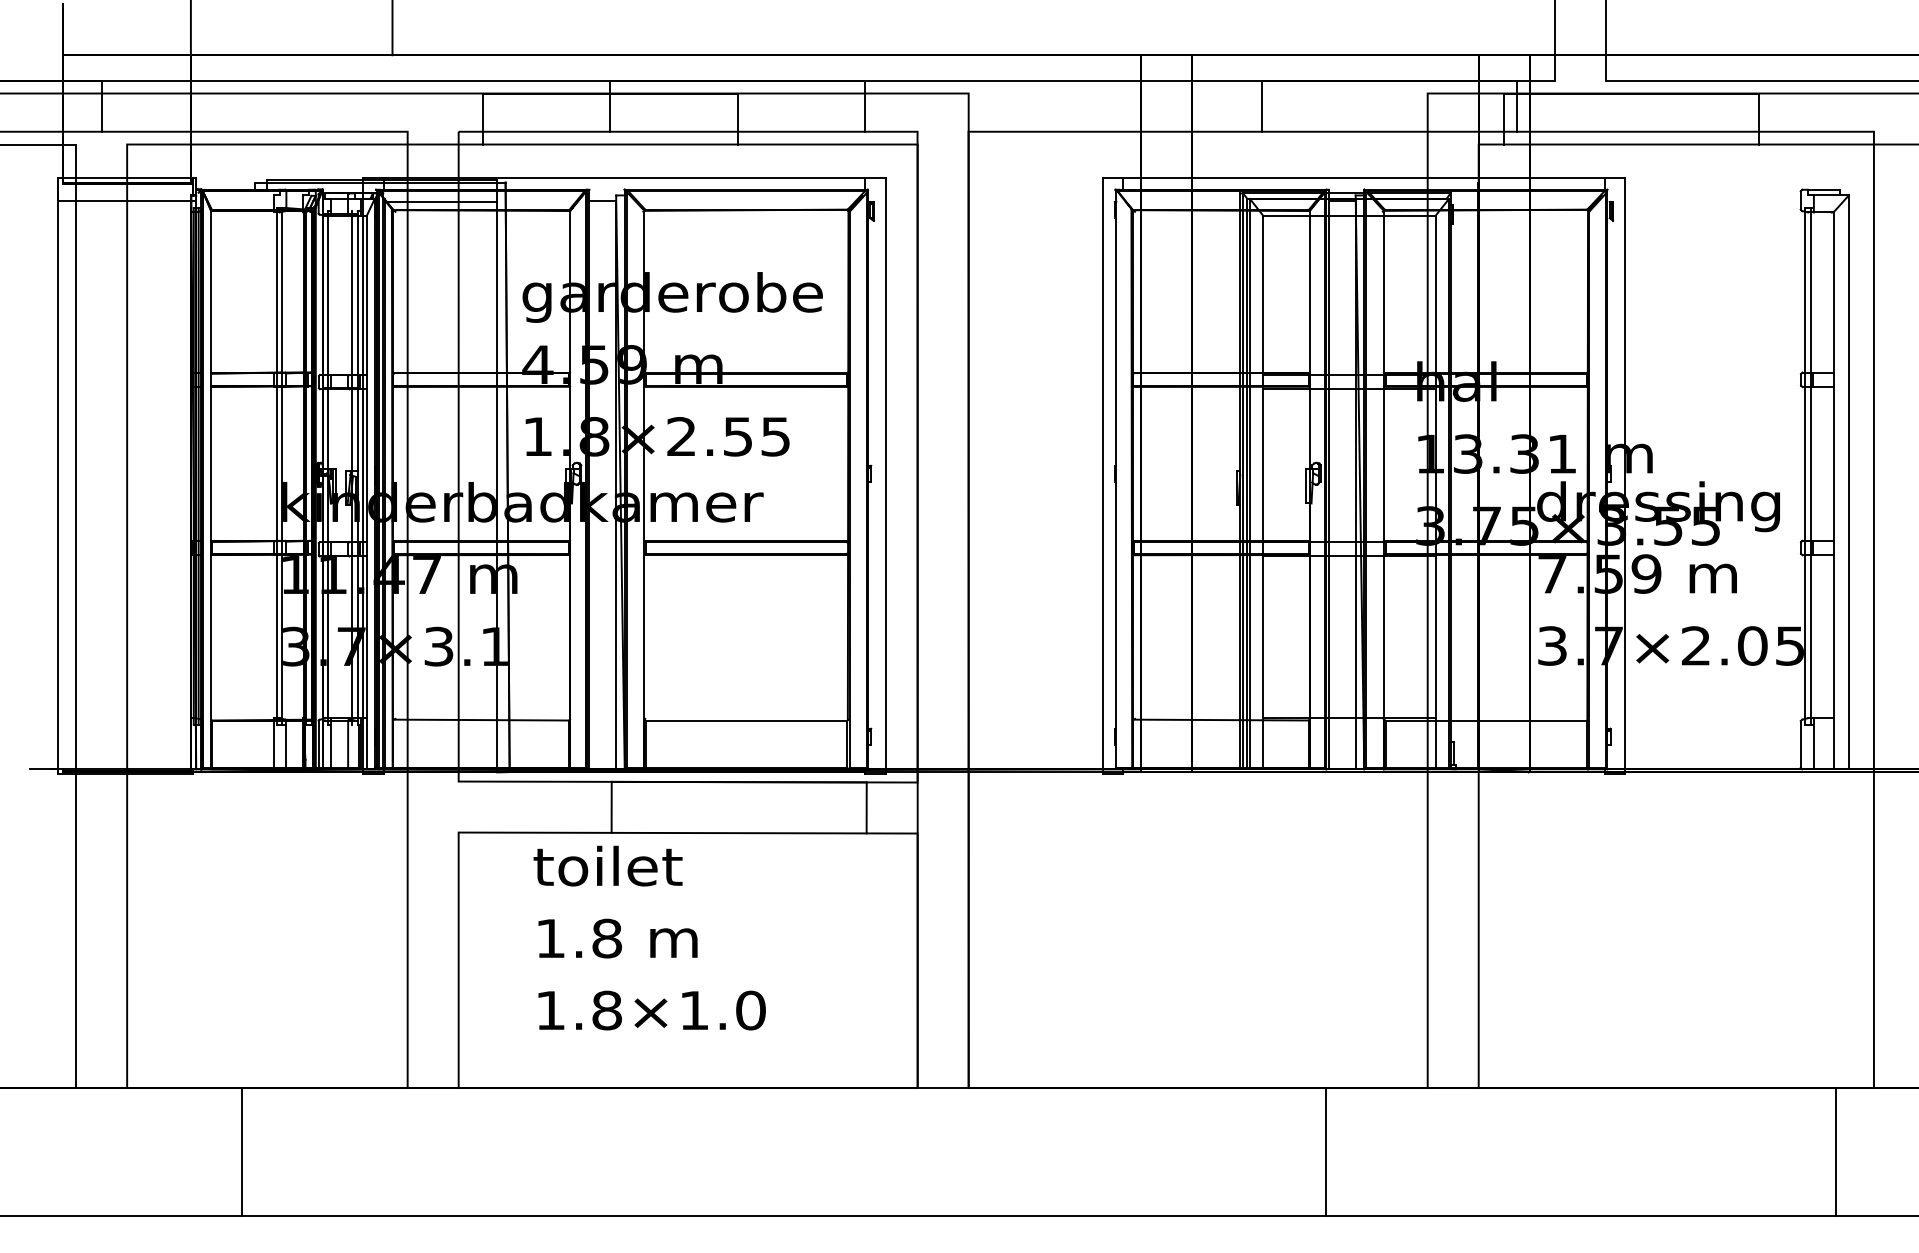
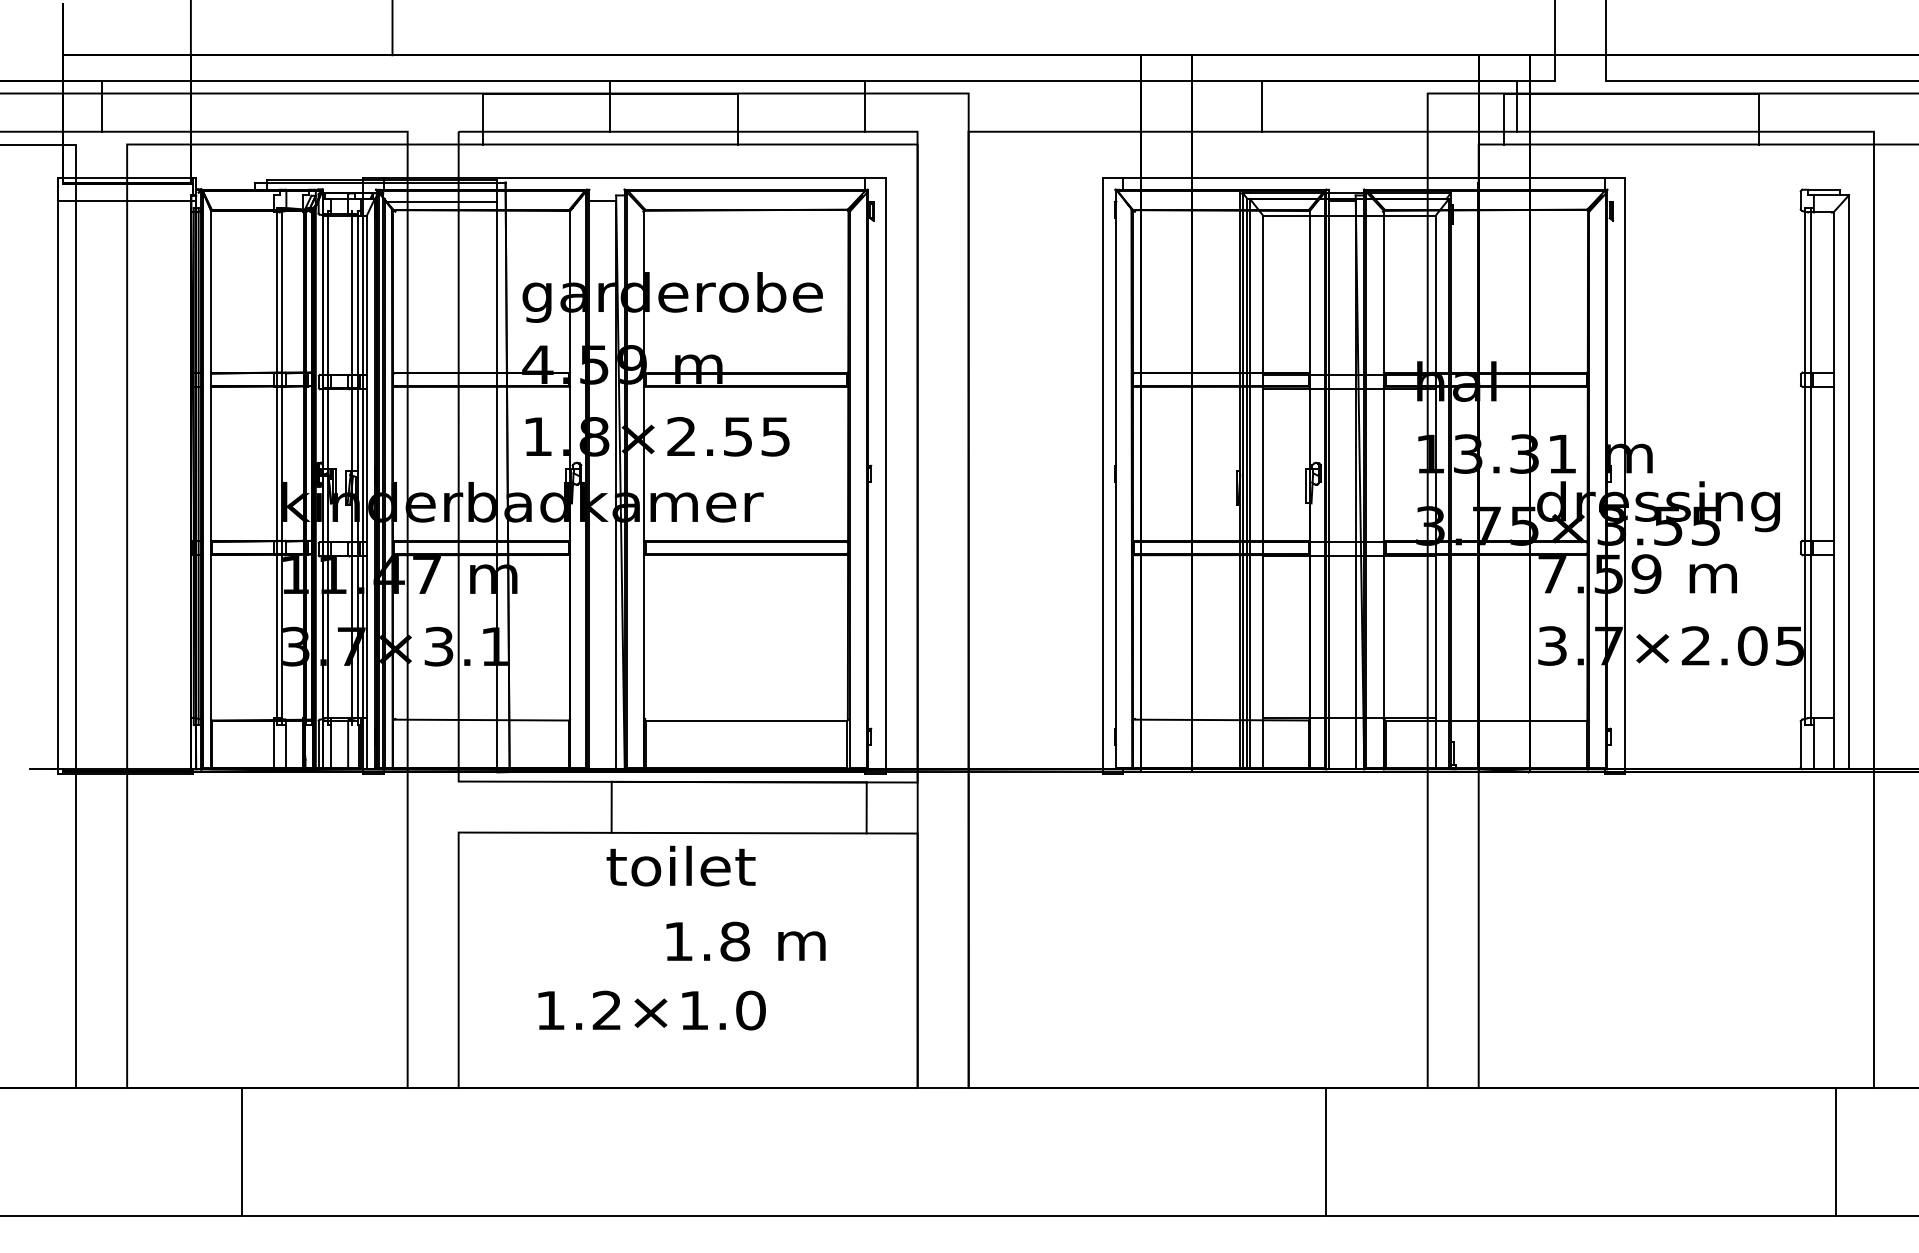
text at (607, 865) position: (607, 865) -> (680, 865)
text at (617, 938) position: (617, 938) -> (745, 941)
text at (607, 1010): 1.8×1.0 -> 1.2×1.0
